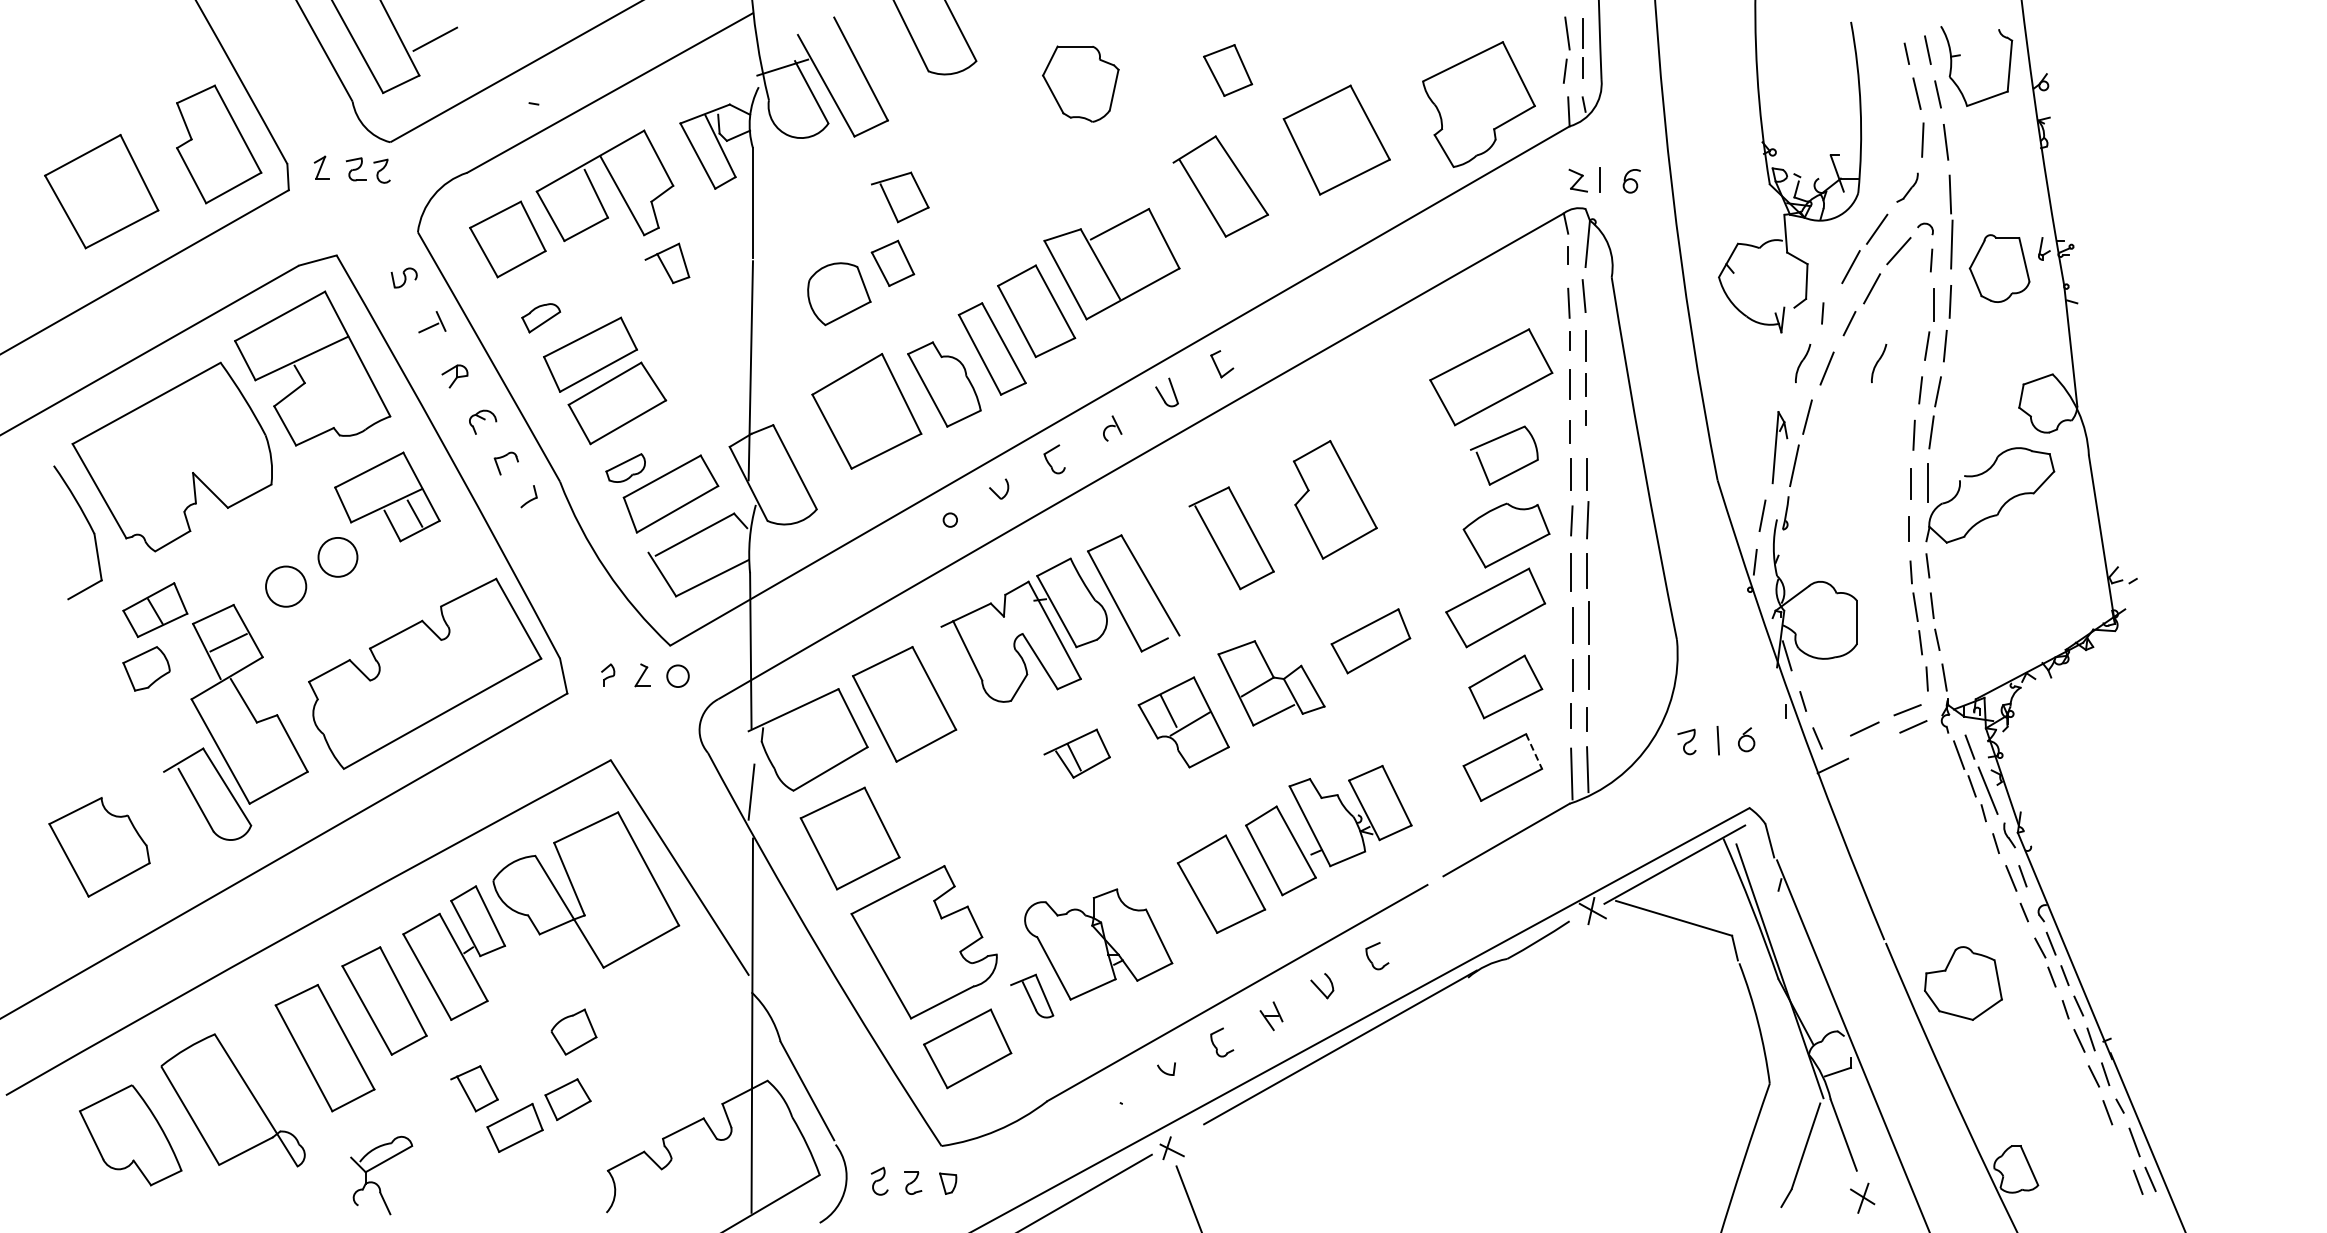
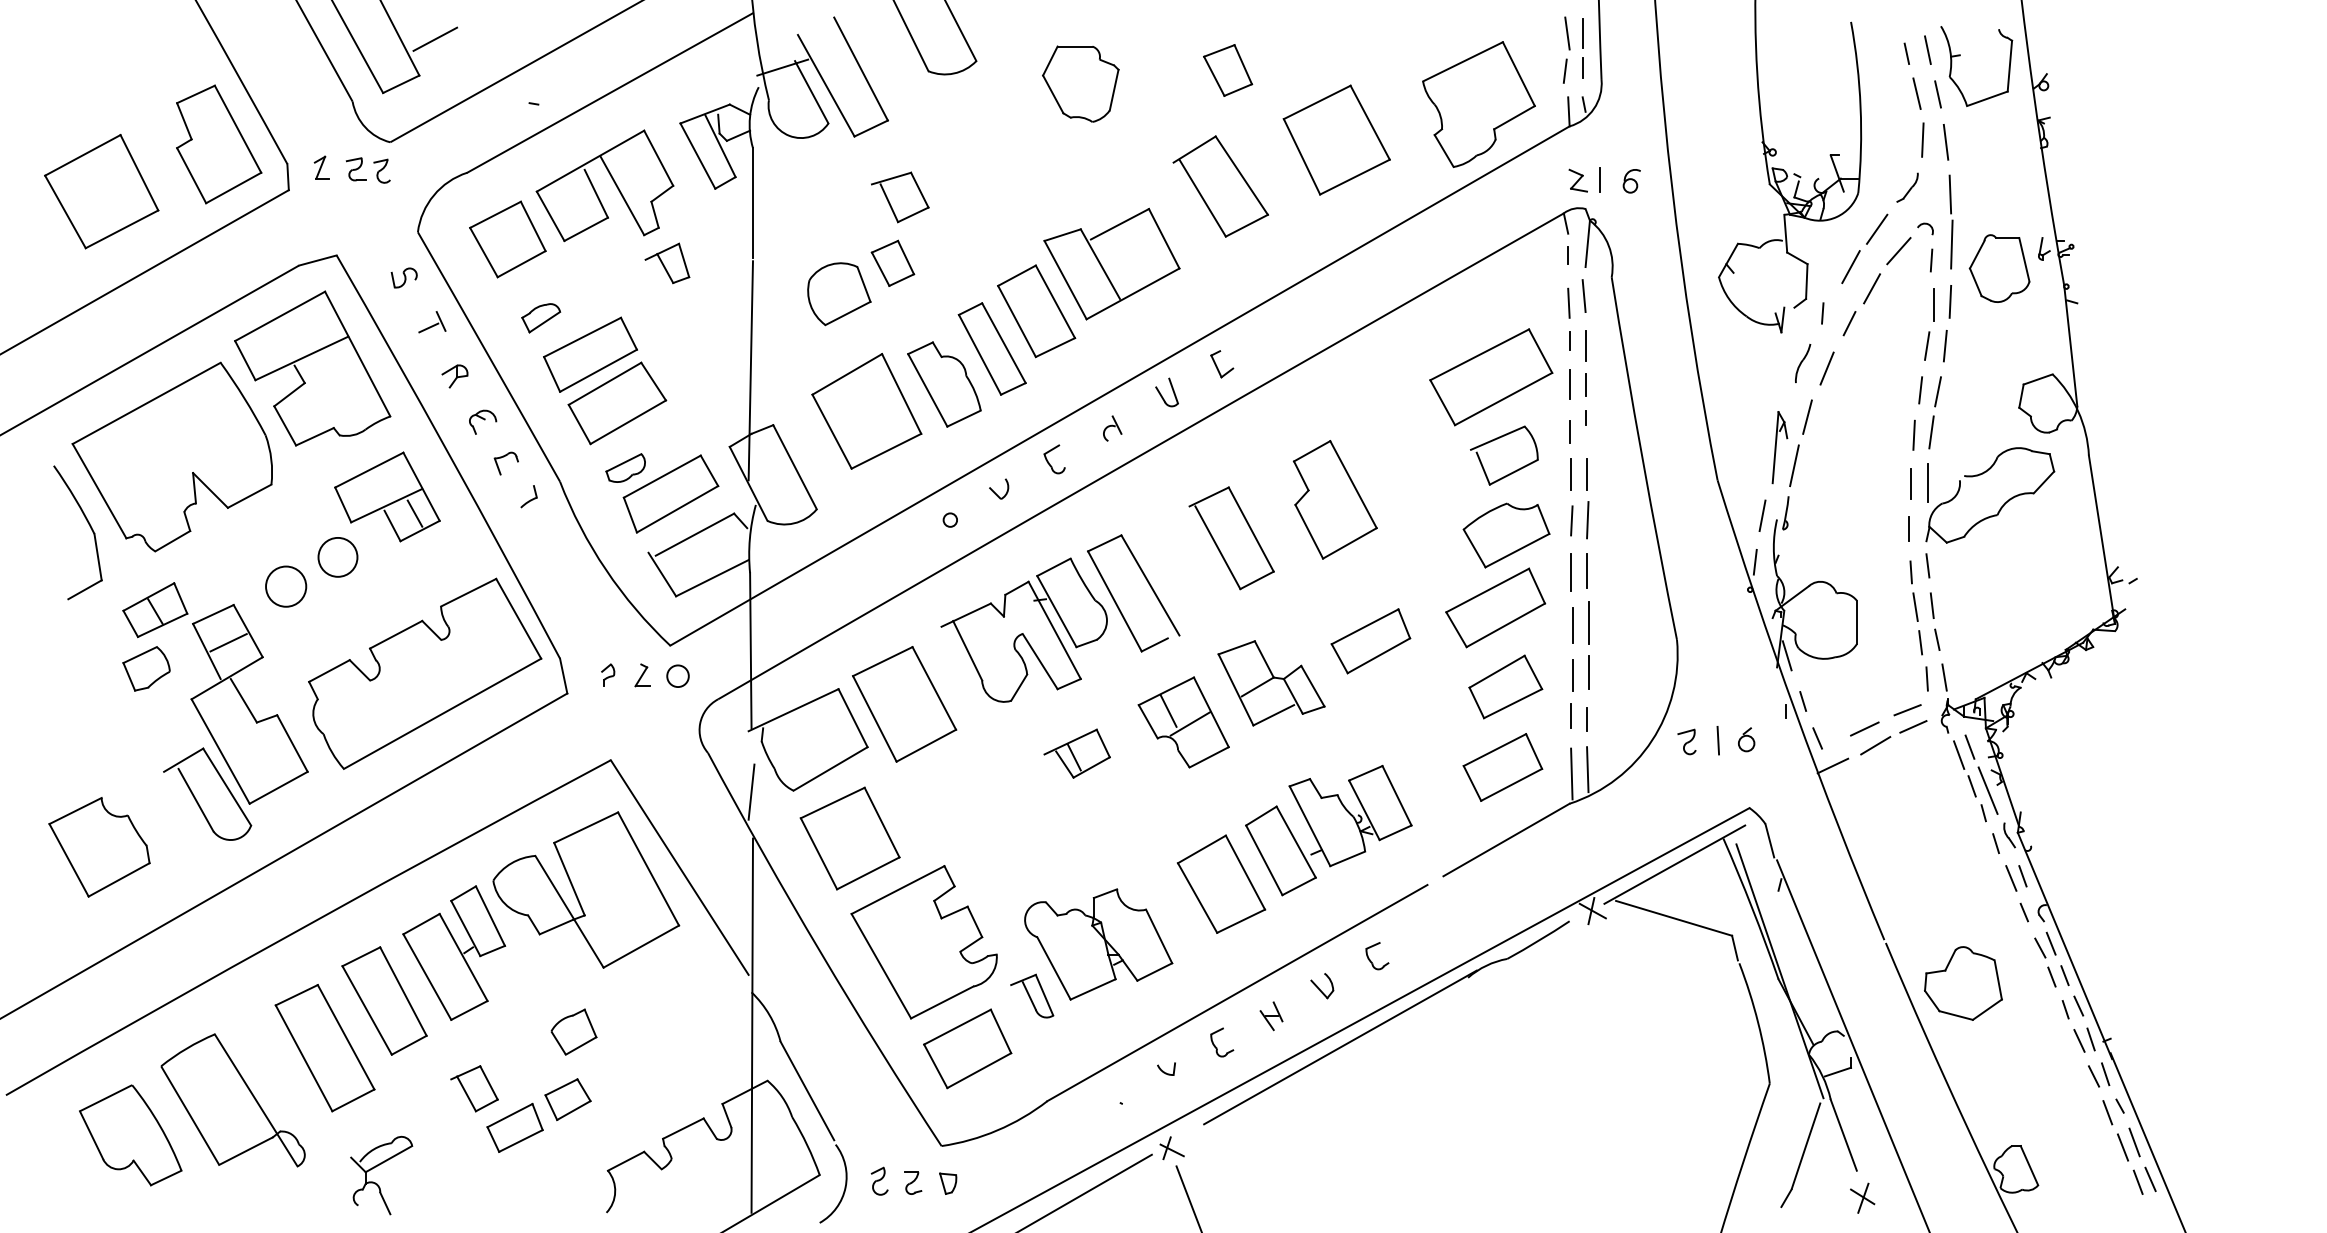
part at (1879, 363): present -> none
line at (1875, 745): none -> present
line at (1534, 751): dashed -> solid
line at (2122, 1147): none -> present
